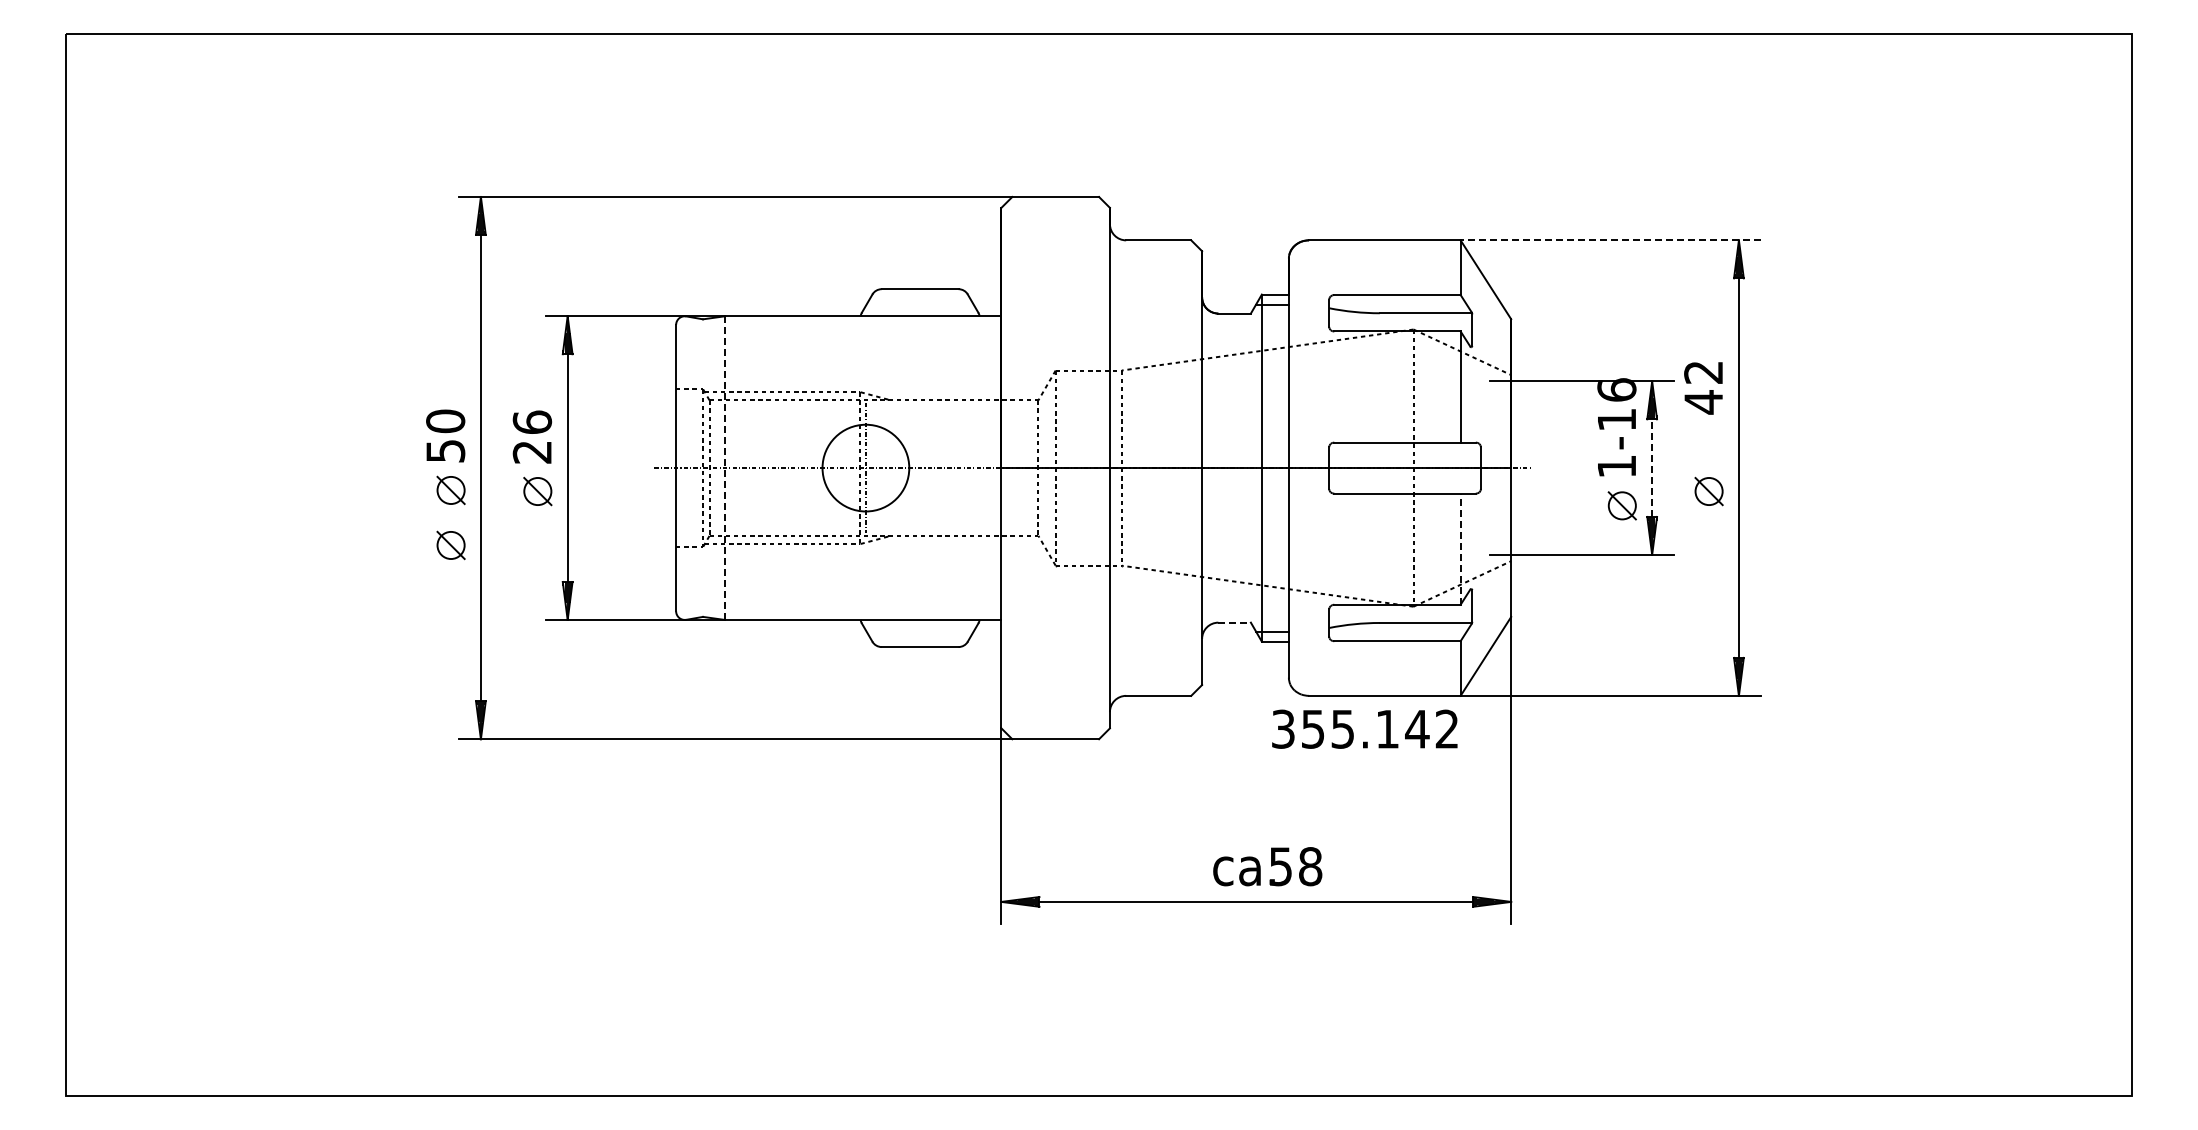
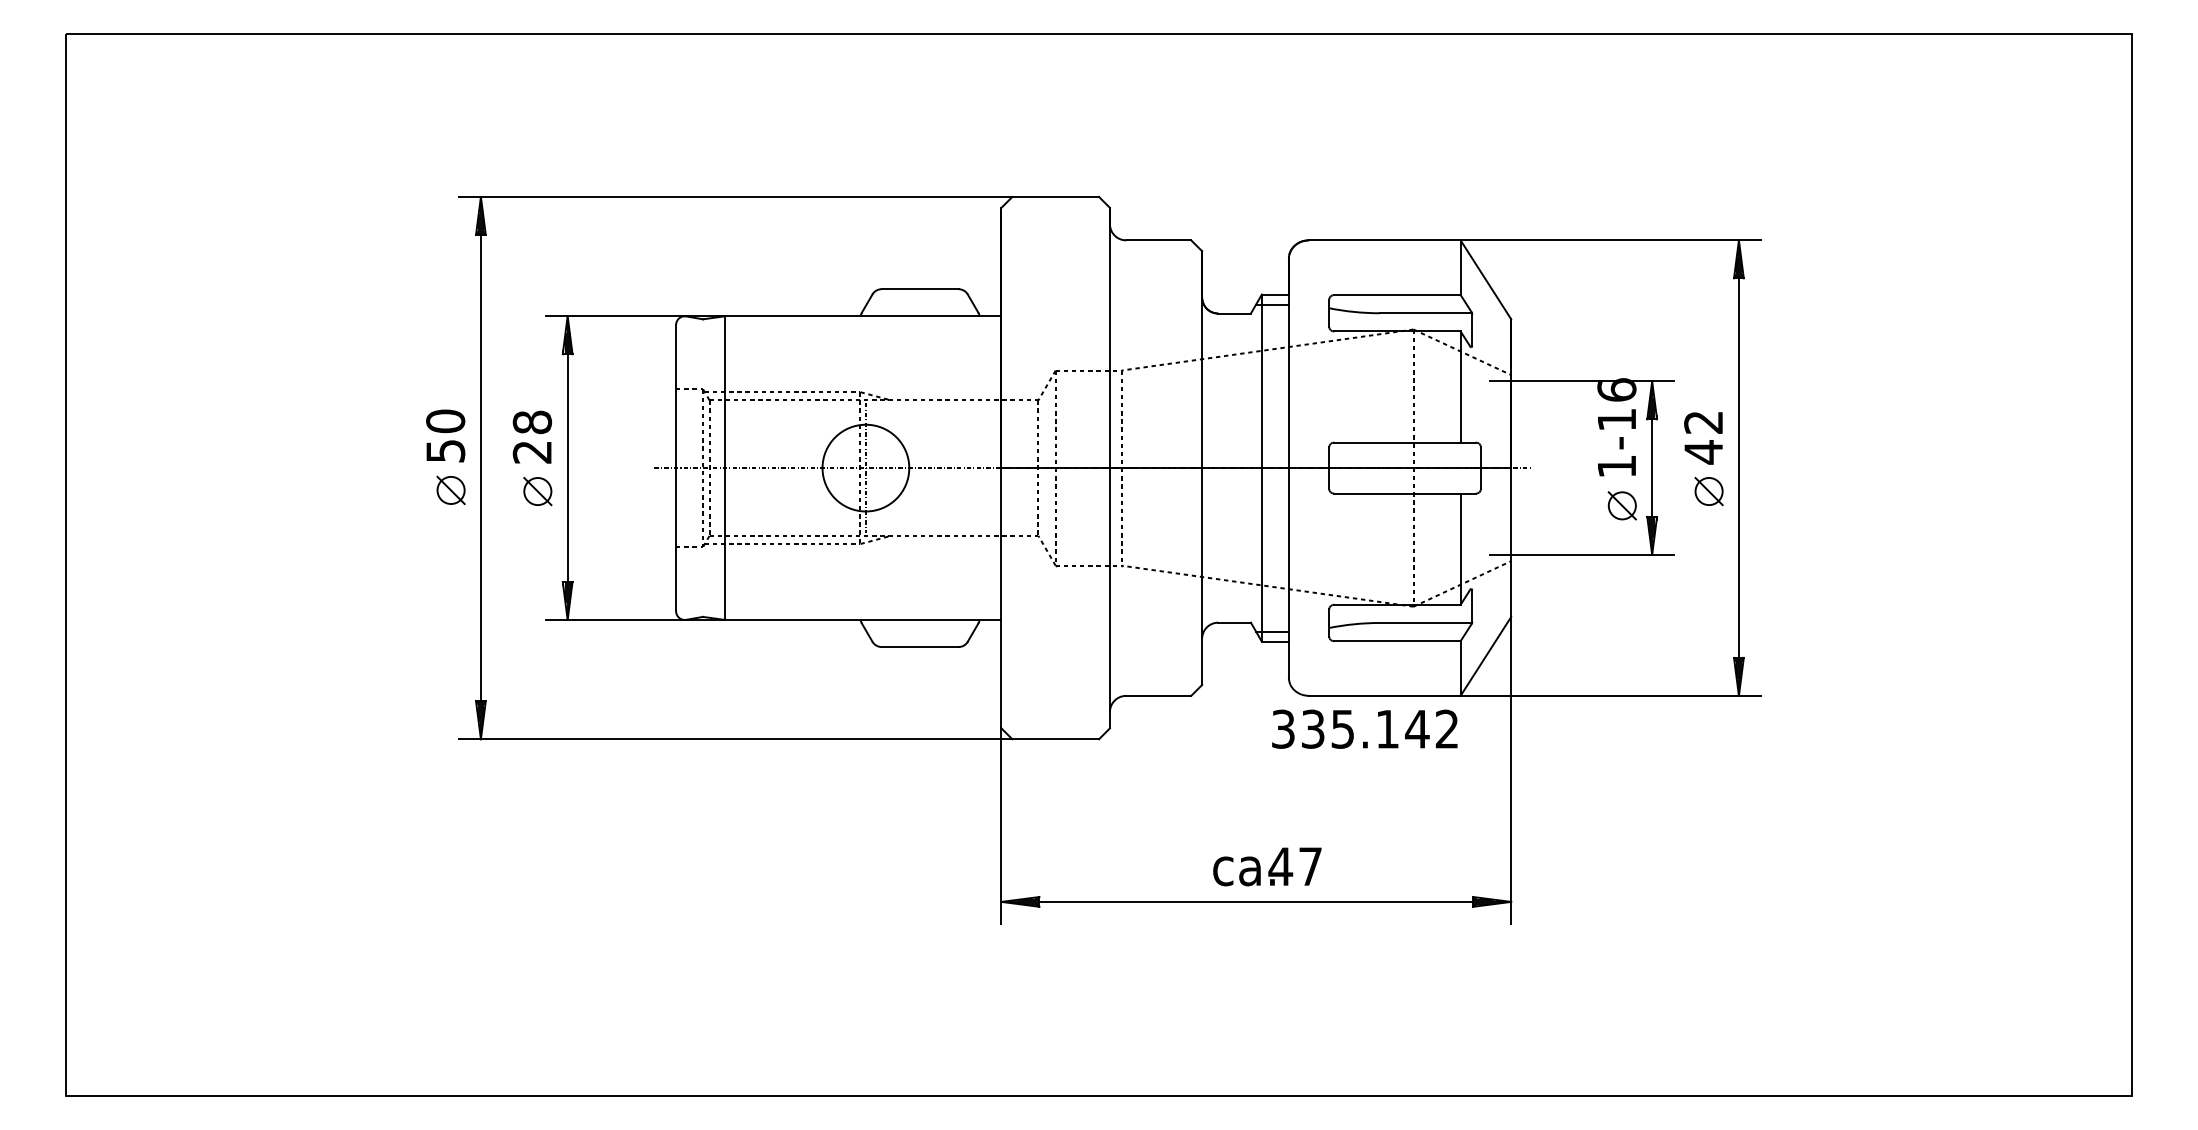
line at (1610, 240): dashed -> solid
text at (1703, 388) position: (1703, 388) -> (1703, 438)
text at (531, 422): 26 -> 28
line at (724, 468): dashed -> solid
line at (1652, 468): dashed -> solid
part at (450, 545): present -> none
line at (1460, 549): dashed -> solid
line at (1235, 622): dashed -> solid
text at (1313, 728): 355.142 -> 335.142
text at (1295, 866): 58 -> 47
